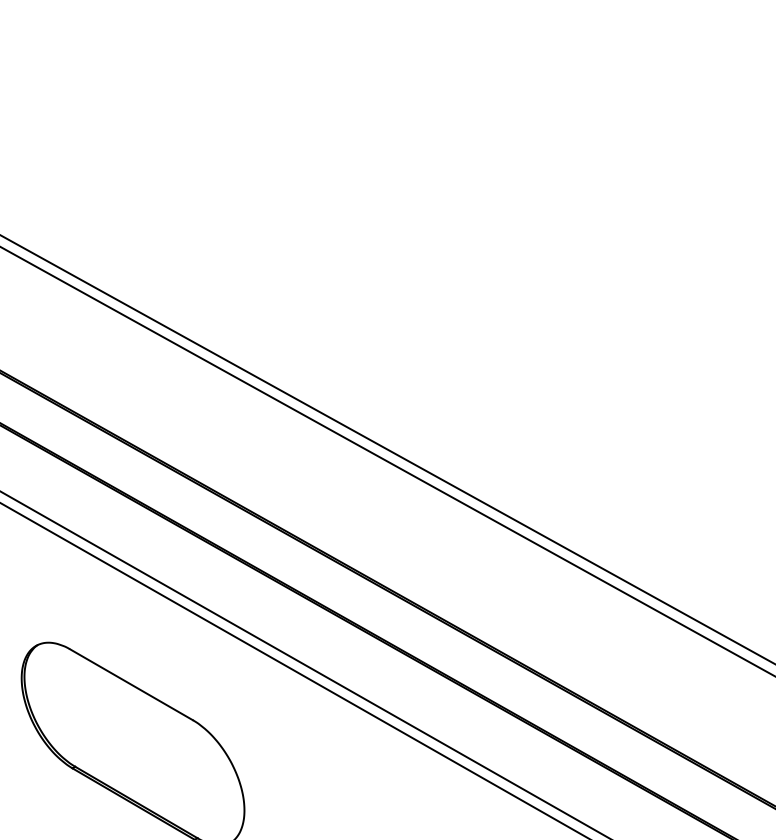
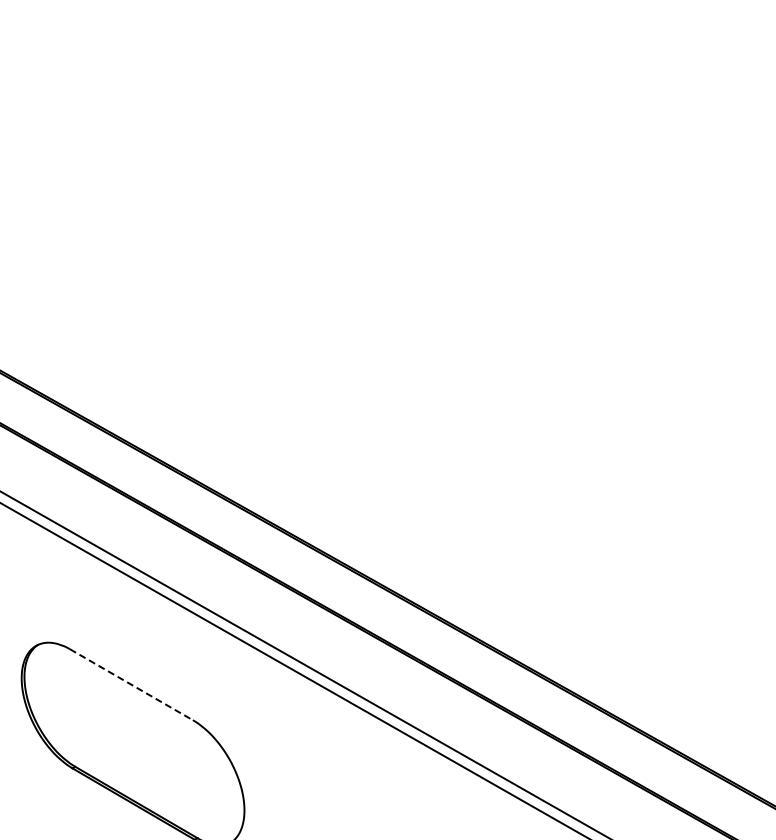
line at (387, 449): present -> none
line at (387, 460): present -> none
line at (131, 684): solid -> dashed
